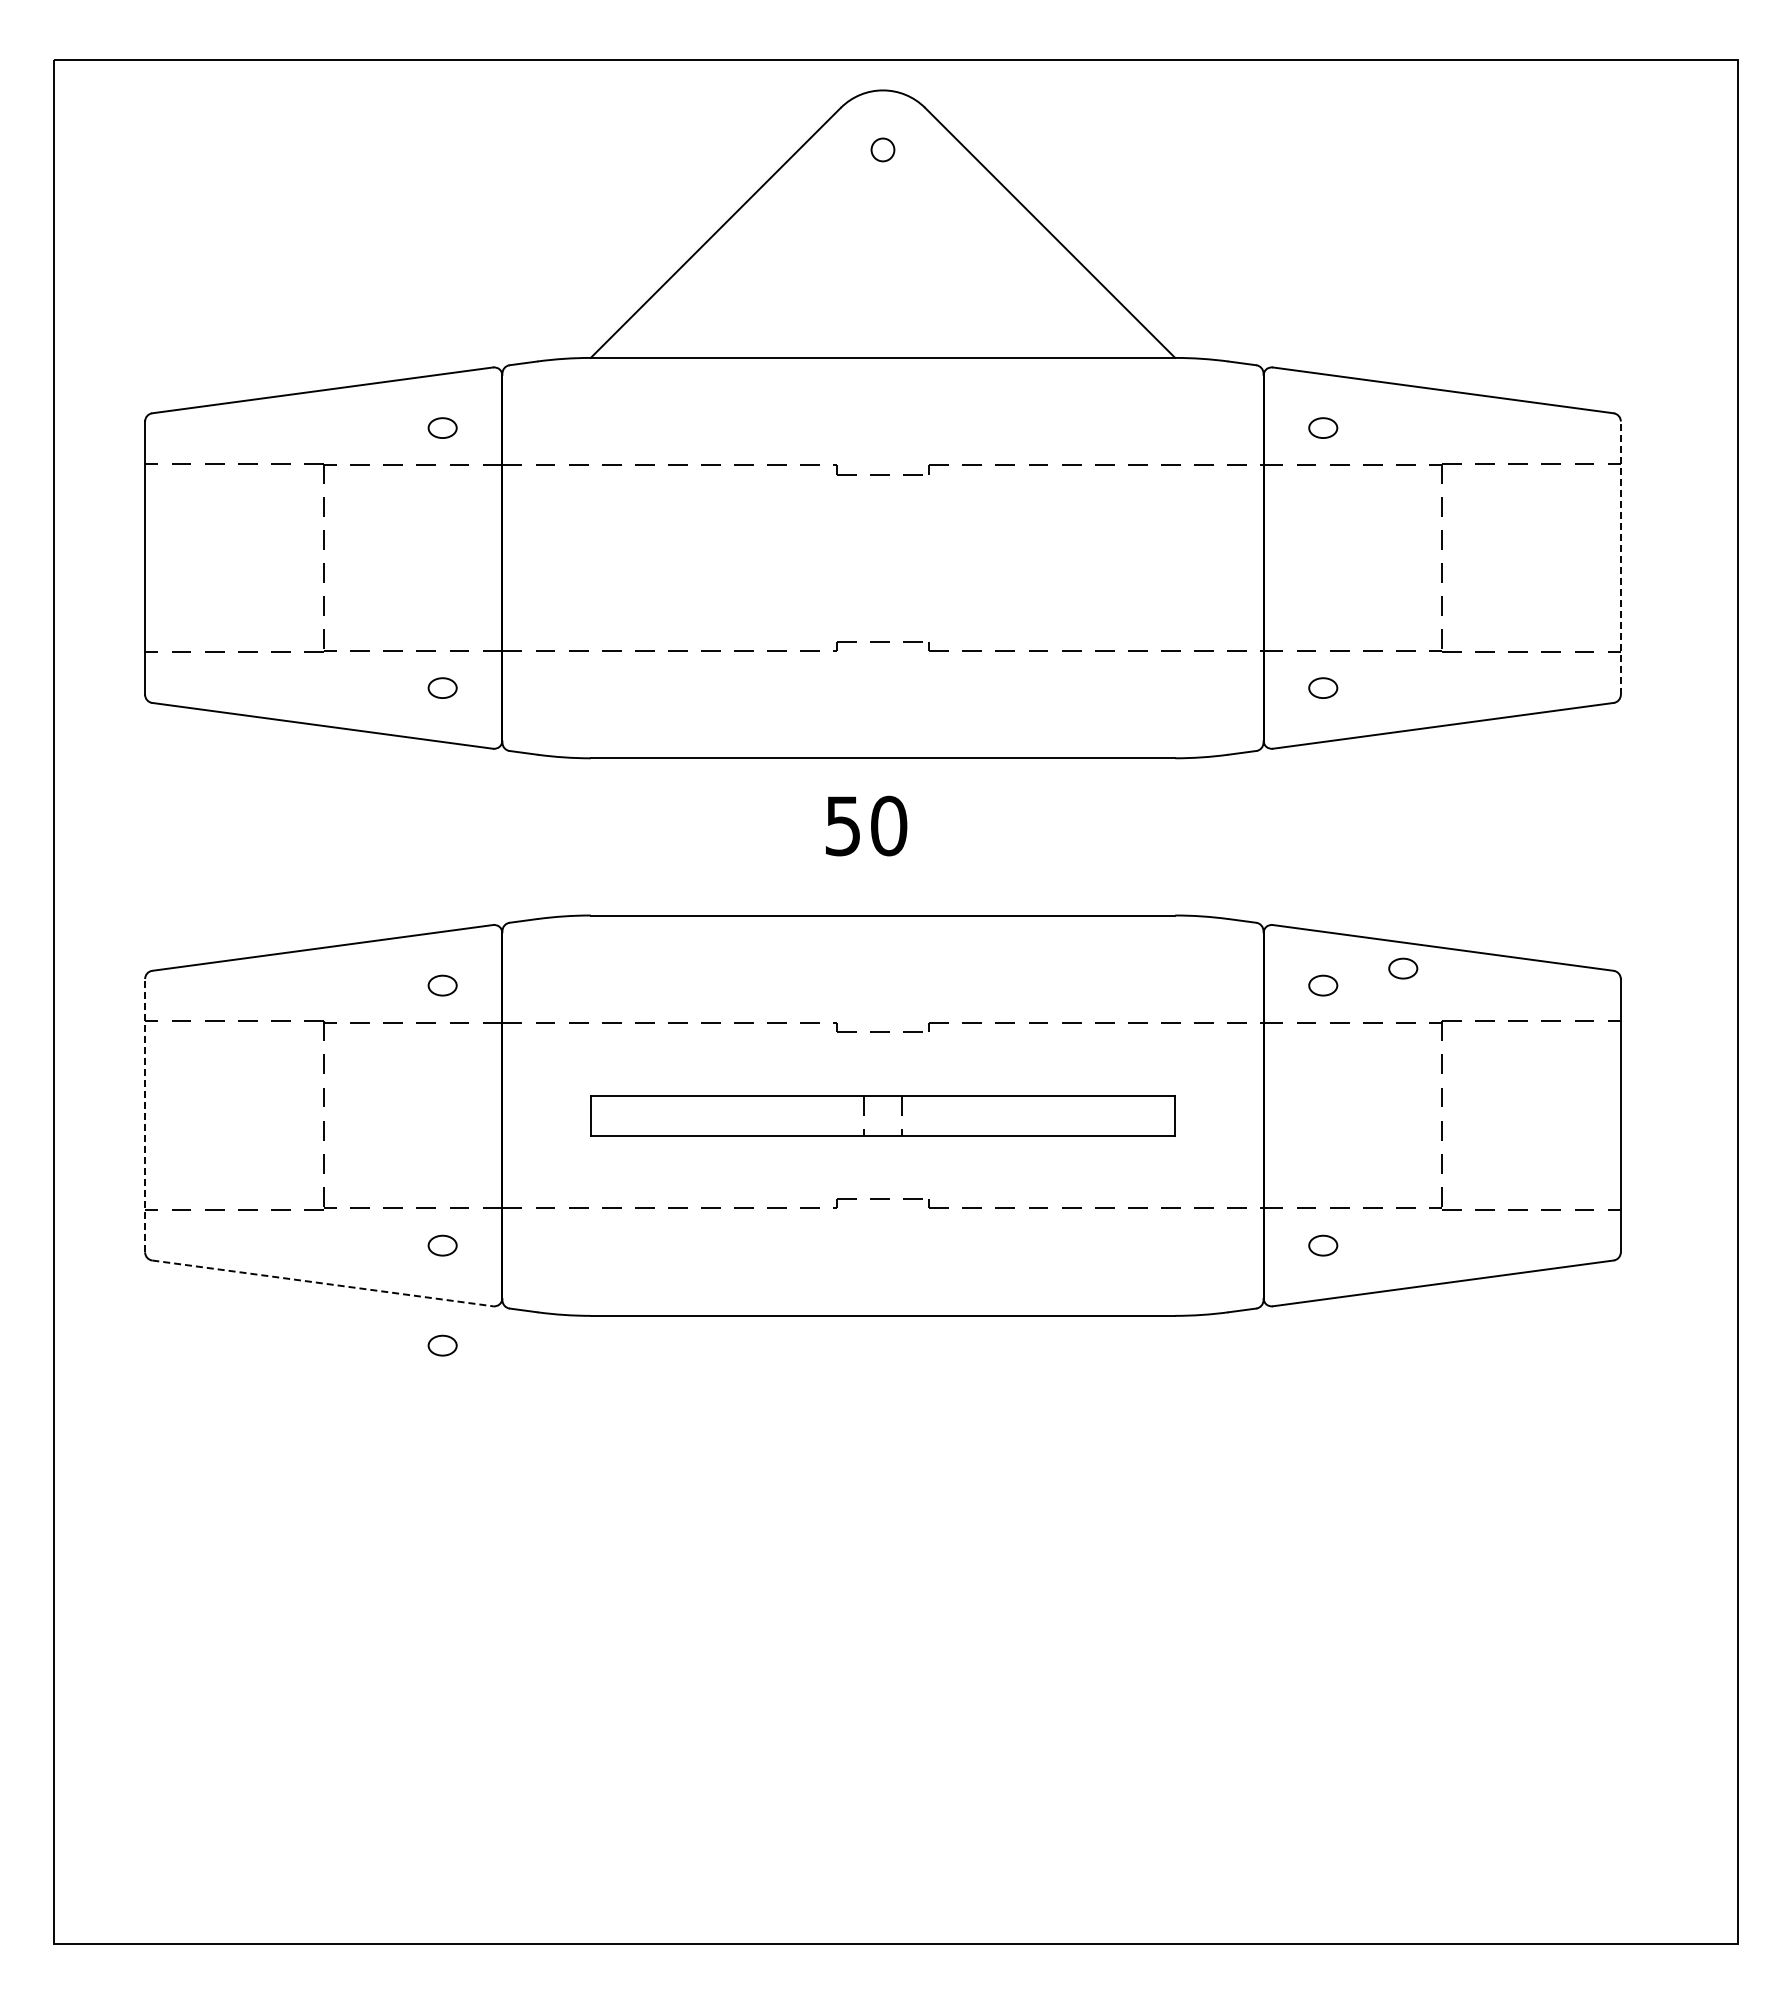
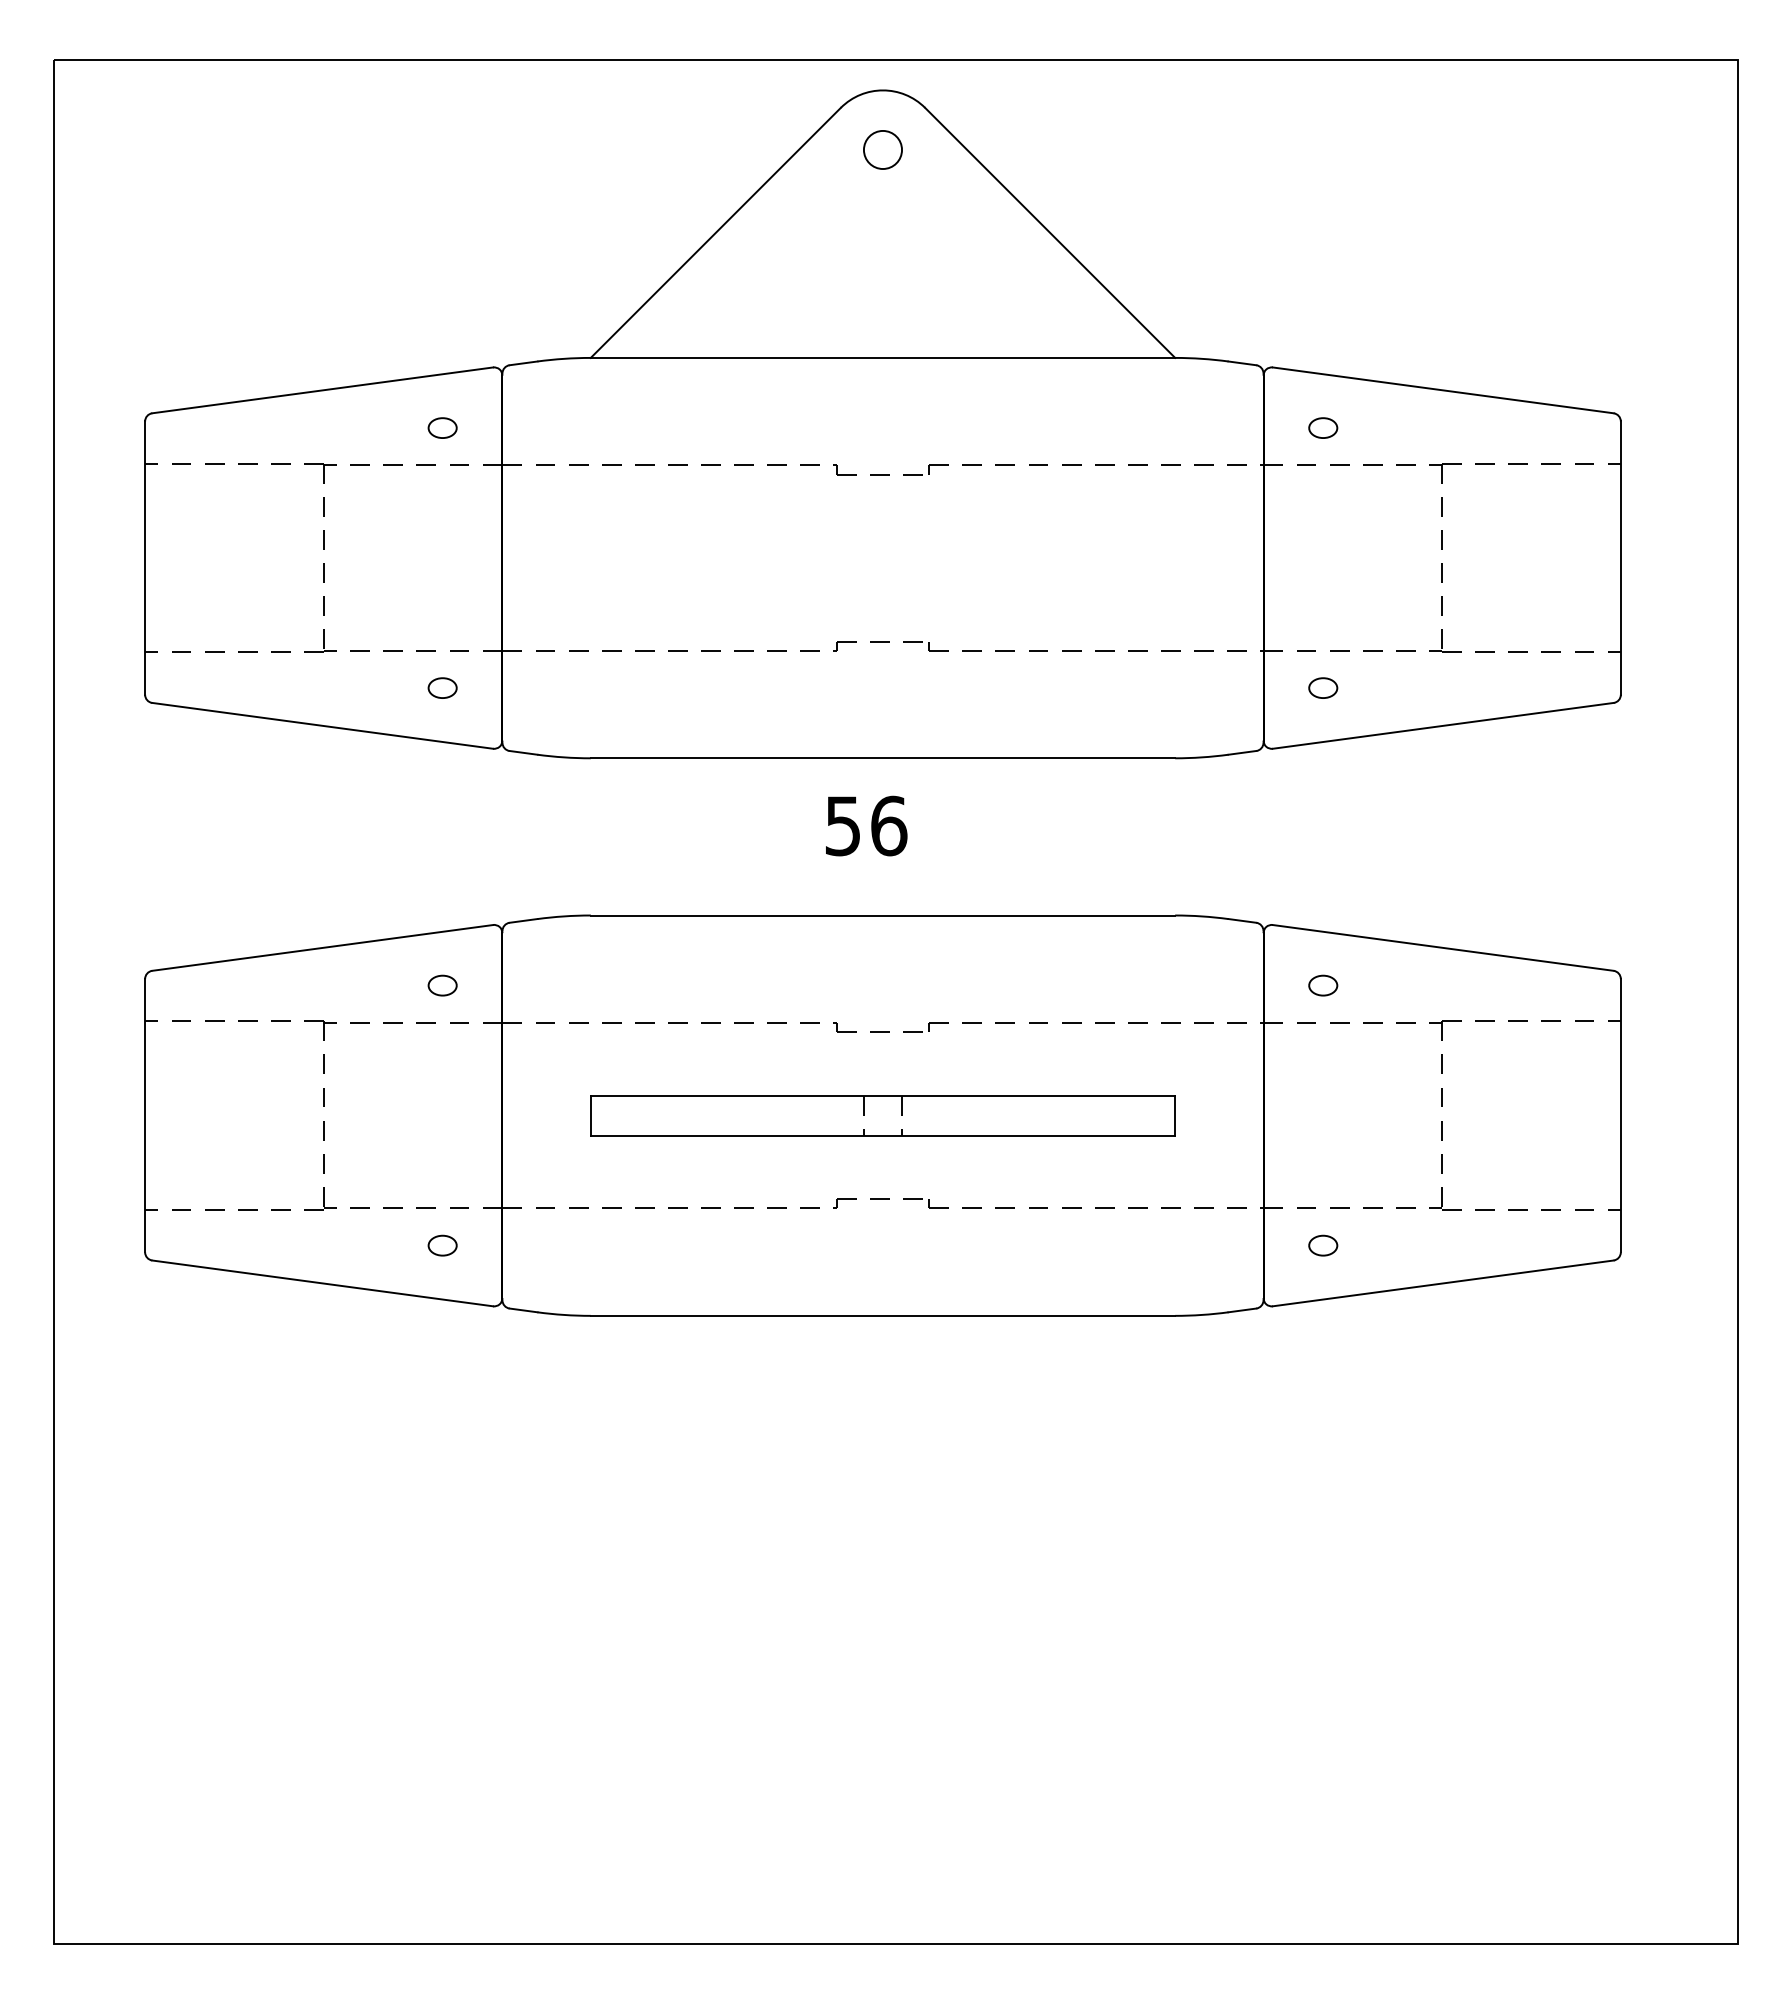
circle at (882, 149) diameter: 23 px -> 38 px
line at (1620, 558): dashed -> solid
text at (889, 825): 50 -> 56
part at (1403, 968): present -> none
line at (145, 1115): dashed -> solid
line at (322, 1283): dashed -> solid
part at (442, 1345): present -> none
